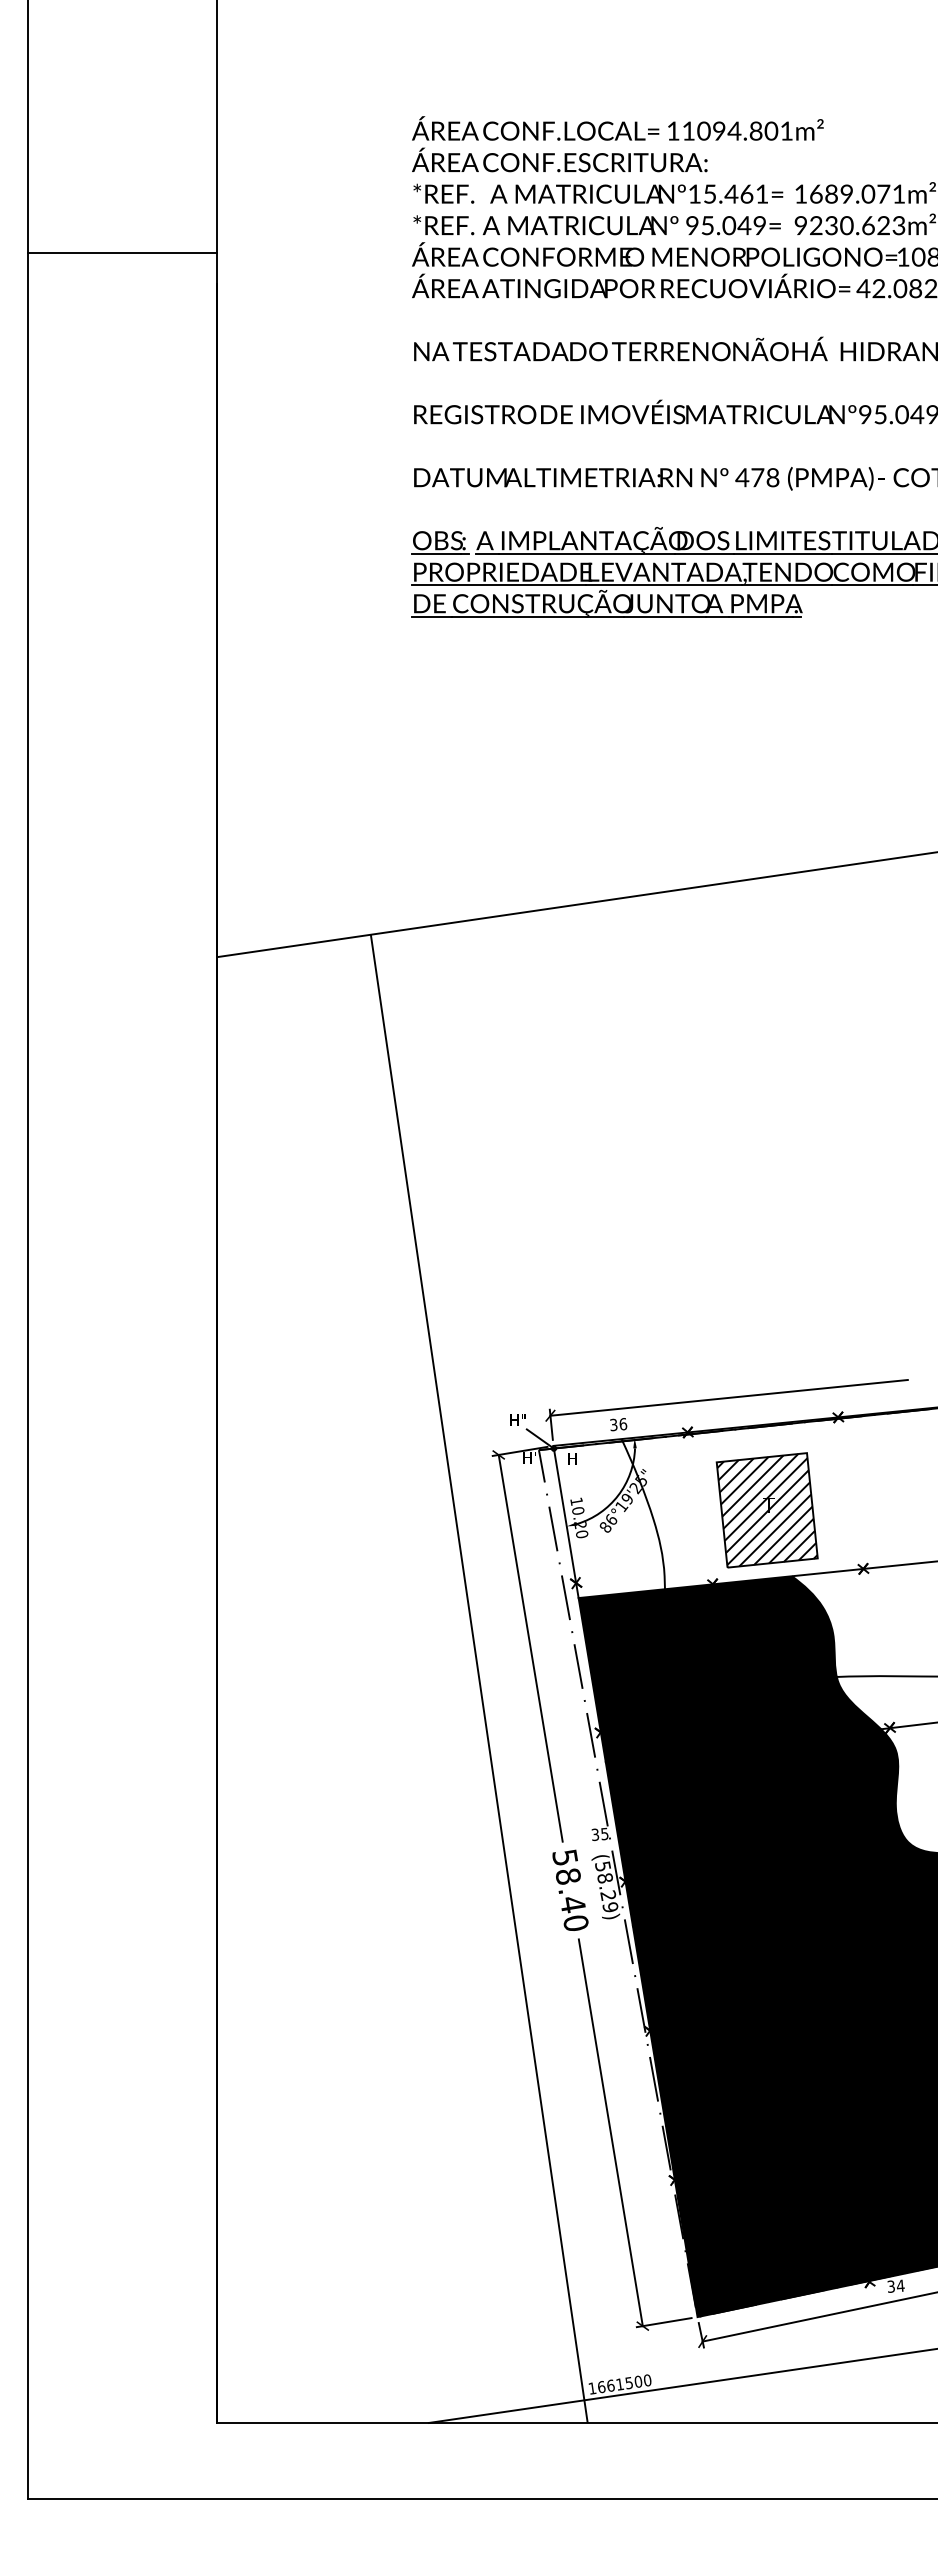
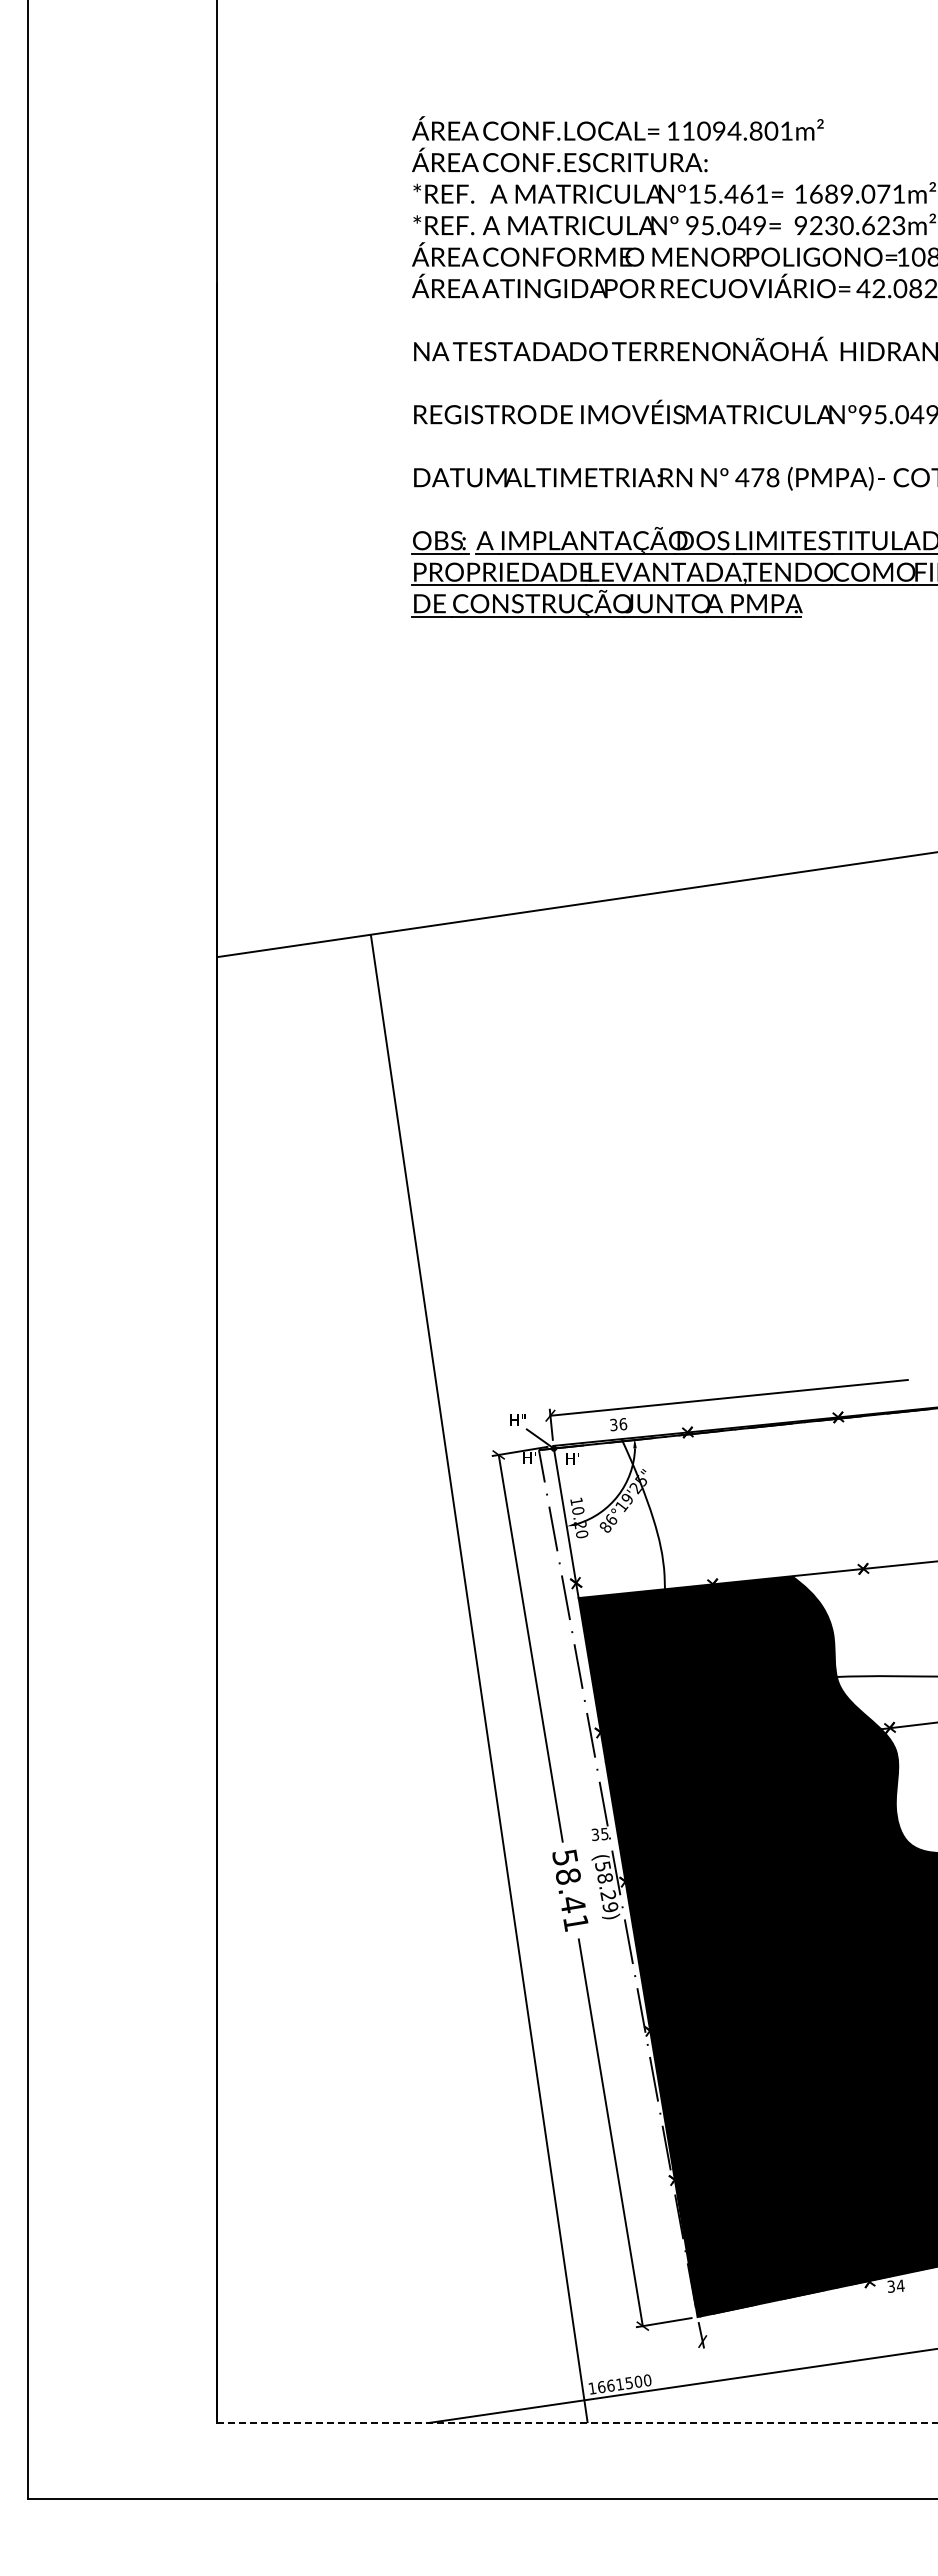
line at (121, 253): present -> none
text at (572, 1458): H -> H'
part at (766, 1510): present -> none
text at (575, 1923): 58.40 -> 58.41
line at (818, 2316): present -> none
line at (577, 2423): solid -> dashed
